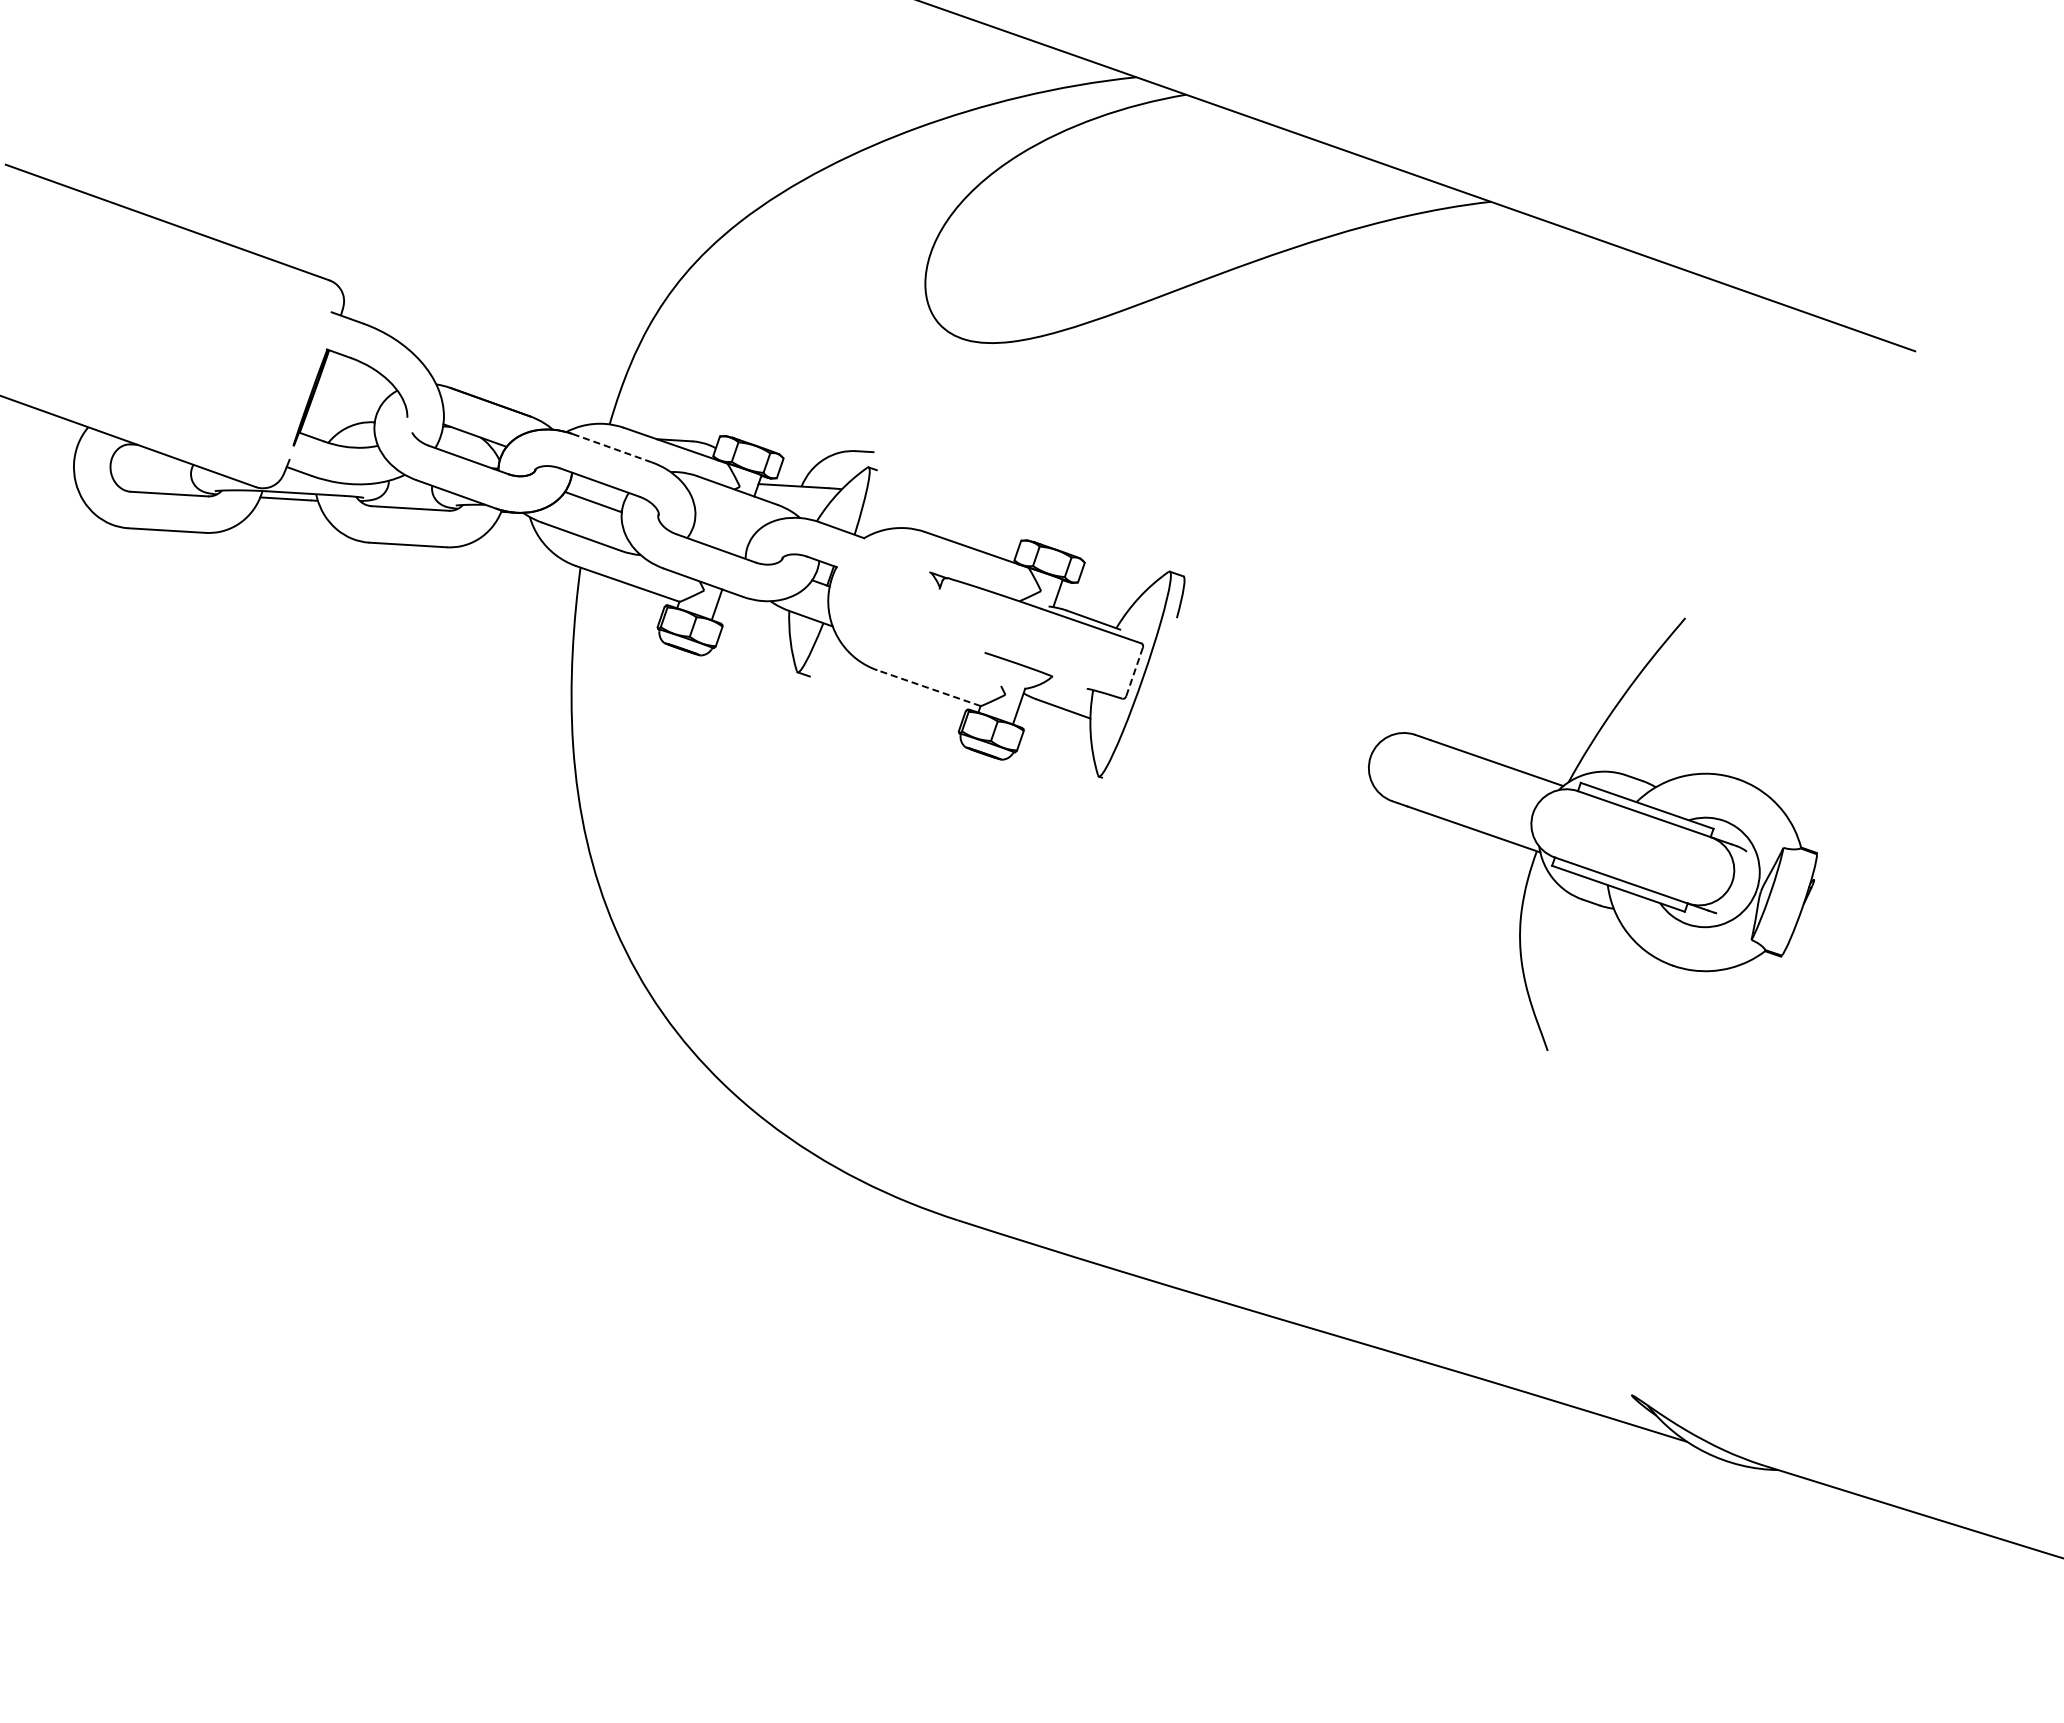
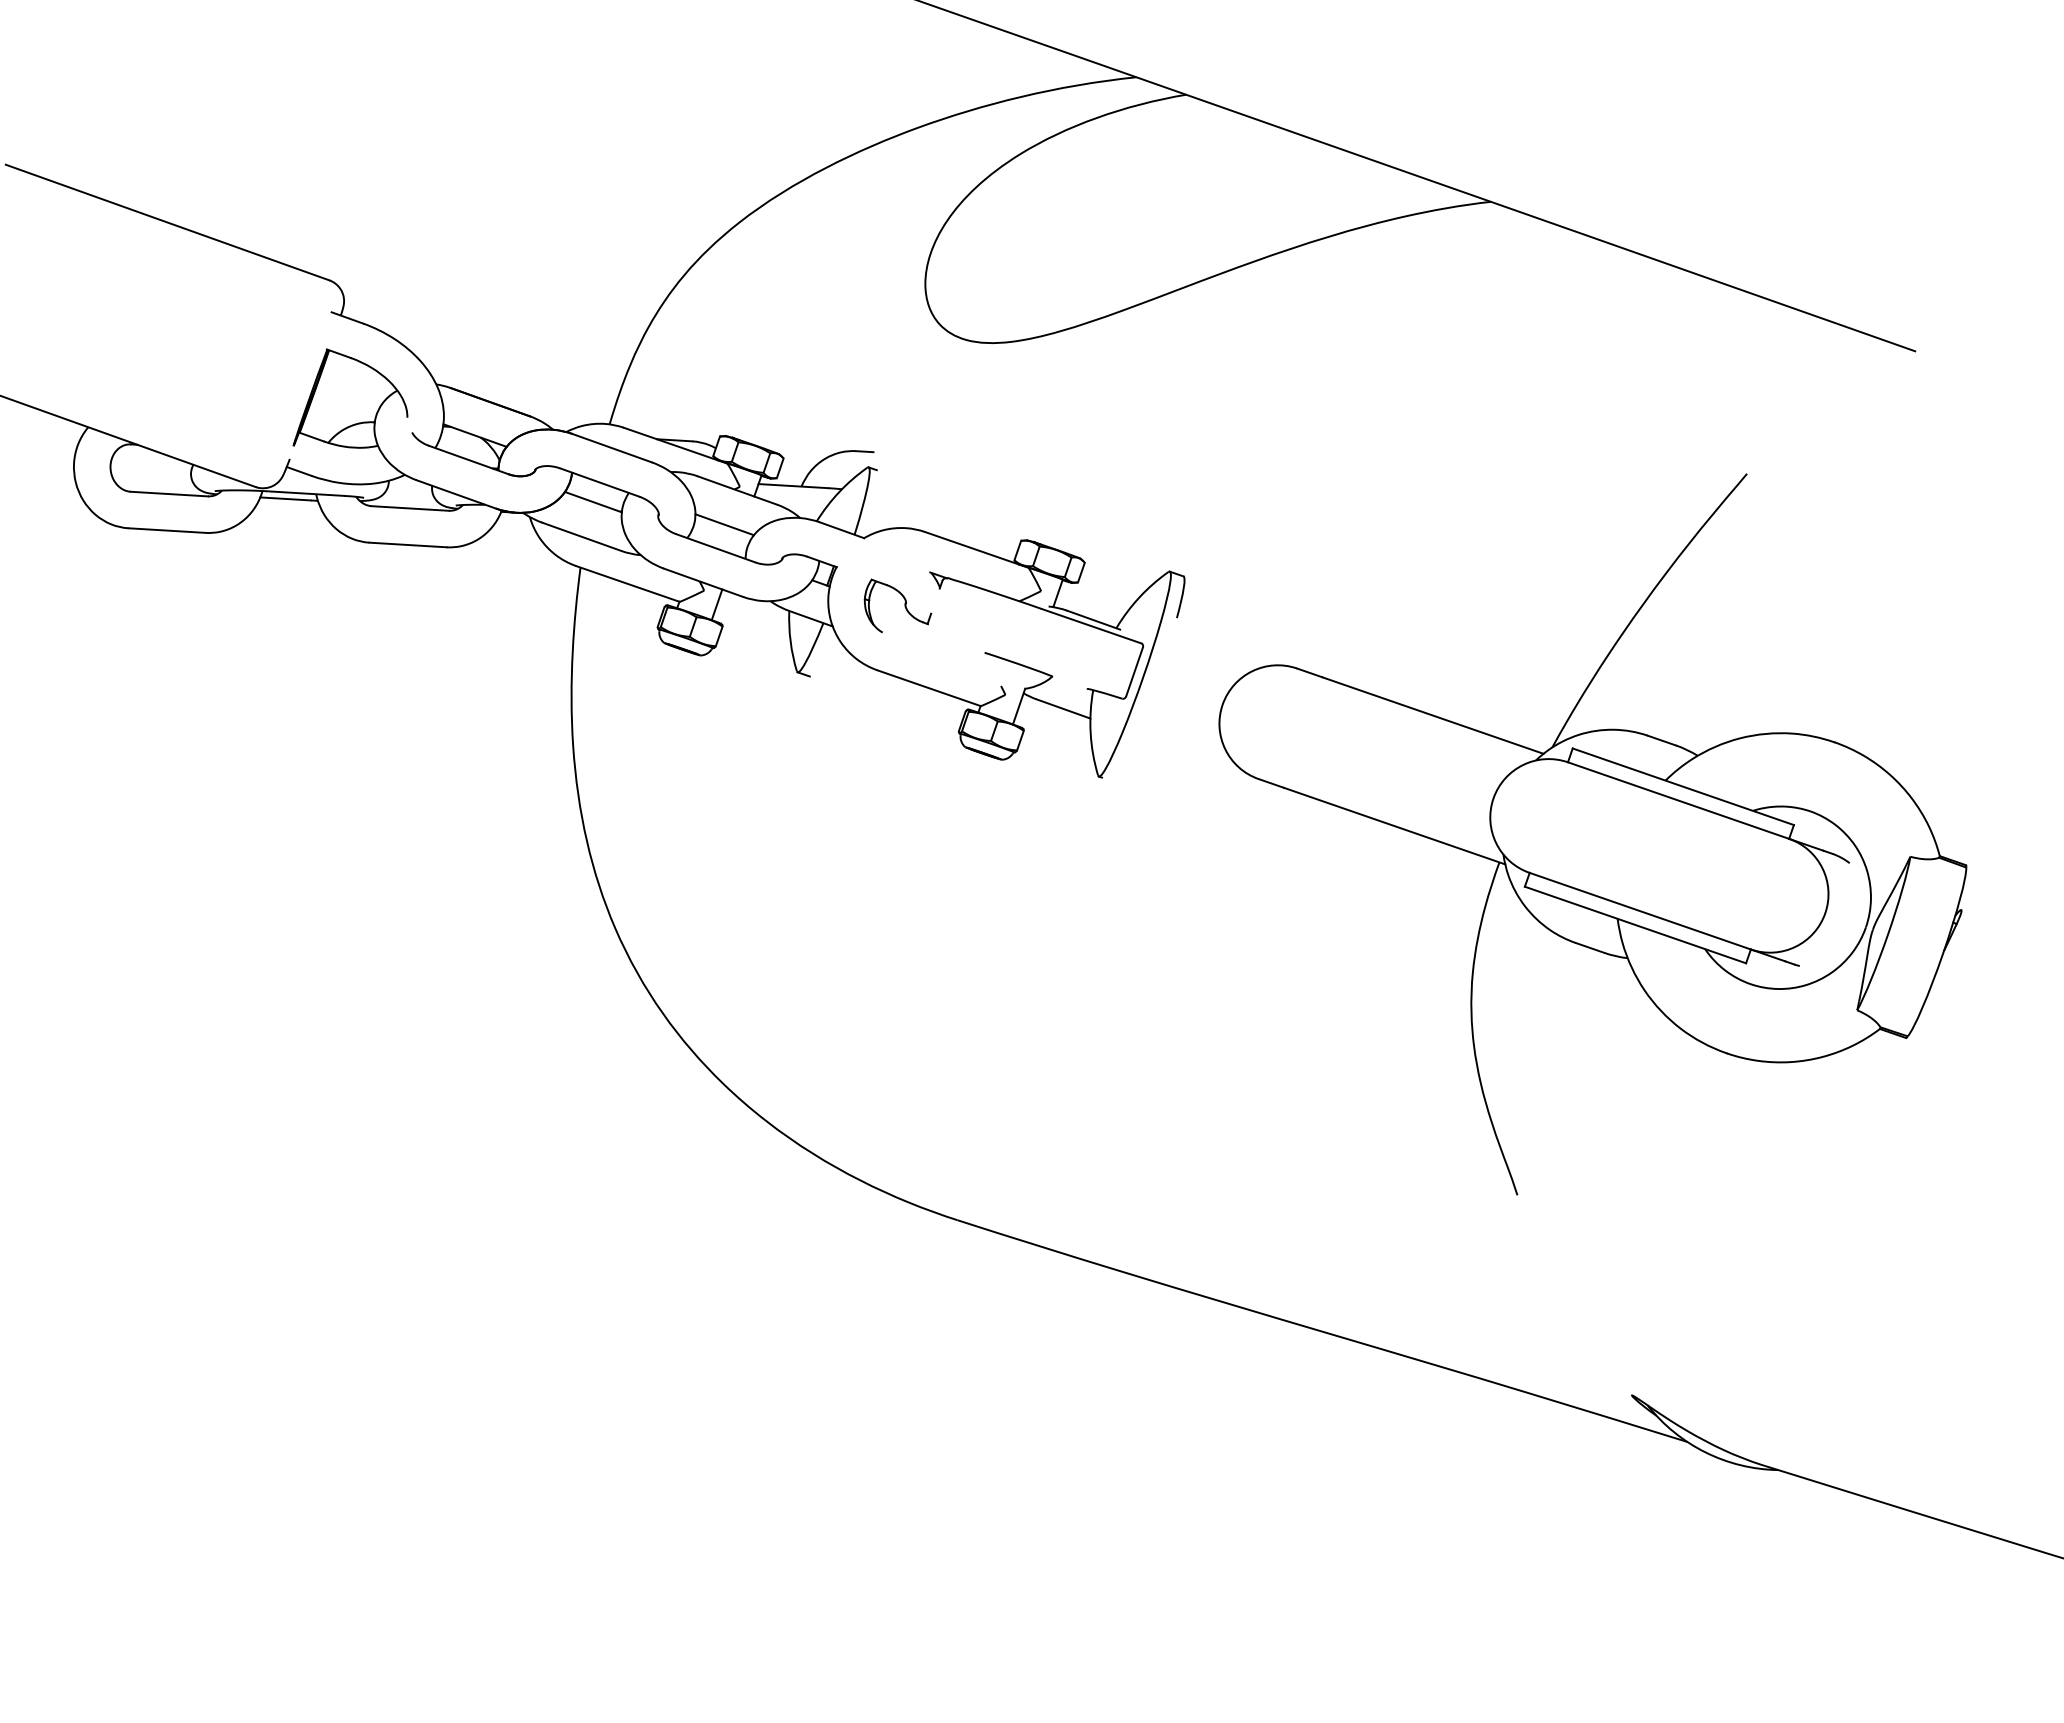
line at (611, 448): dashed -> solid
line at (724, 524): none -> present
part at (904, 605): none -> present
line at (1134, 671): dashed -> solid
line at (929, 688): dashed -> solid
part at (1592, 833) size: 450x434 px -> 750x723 px
